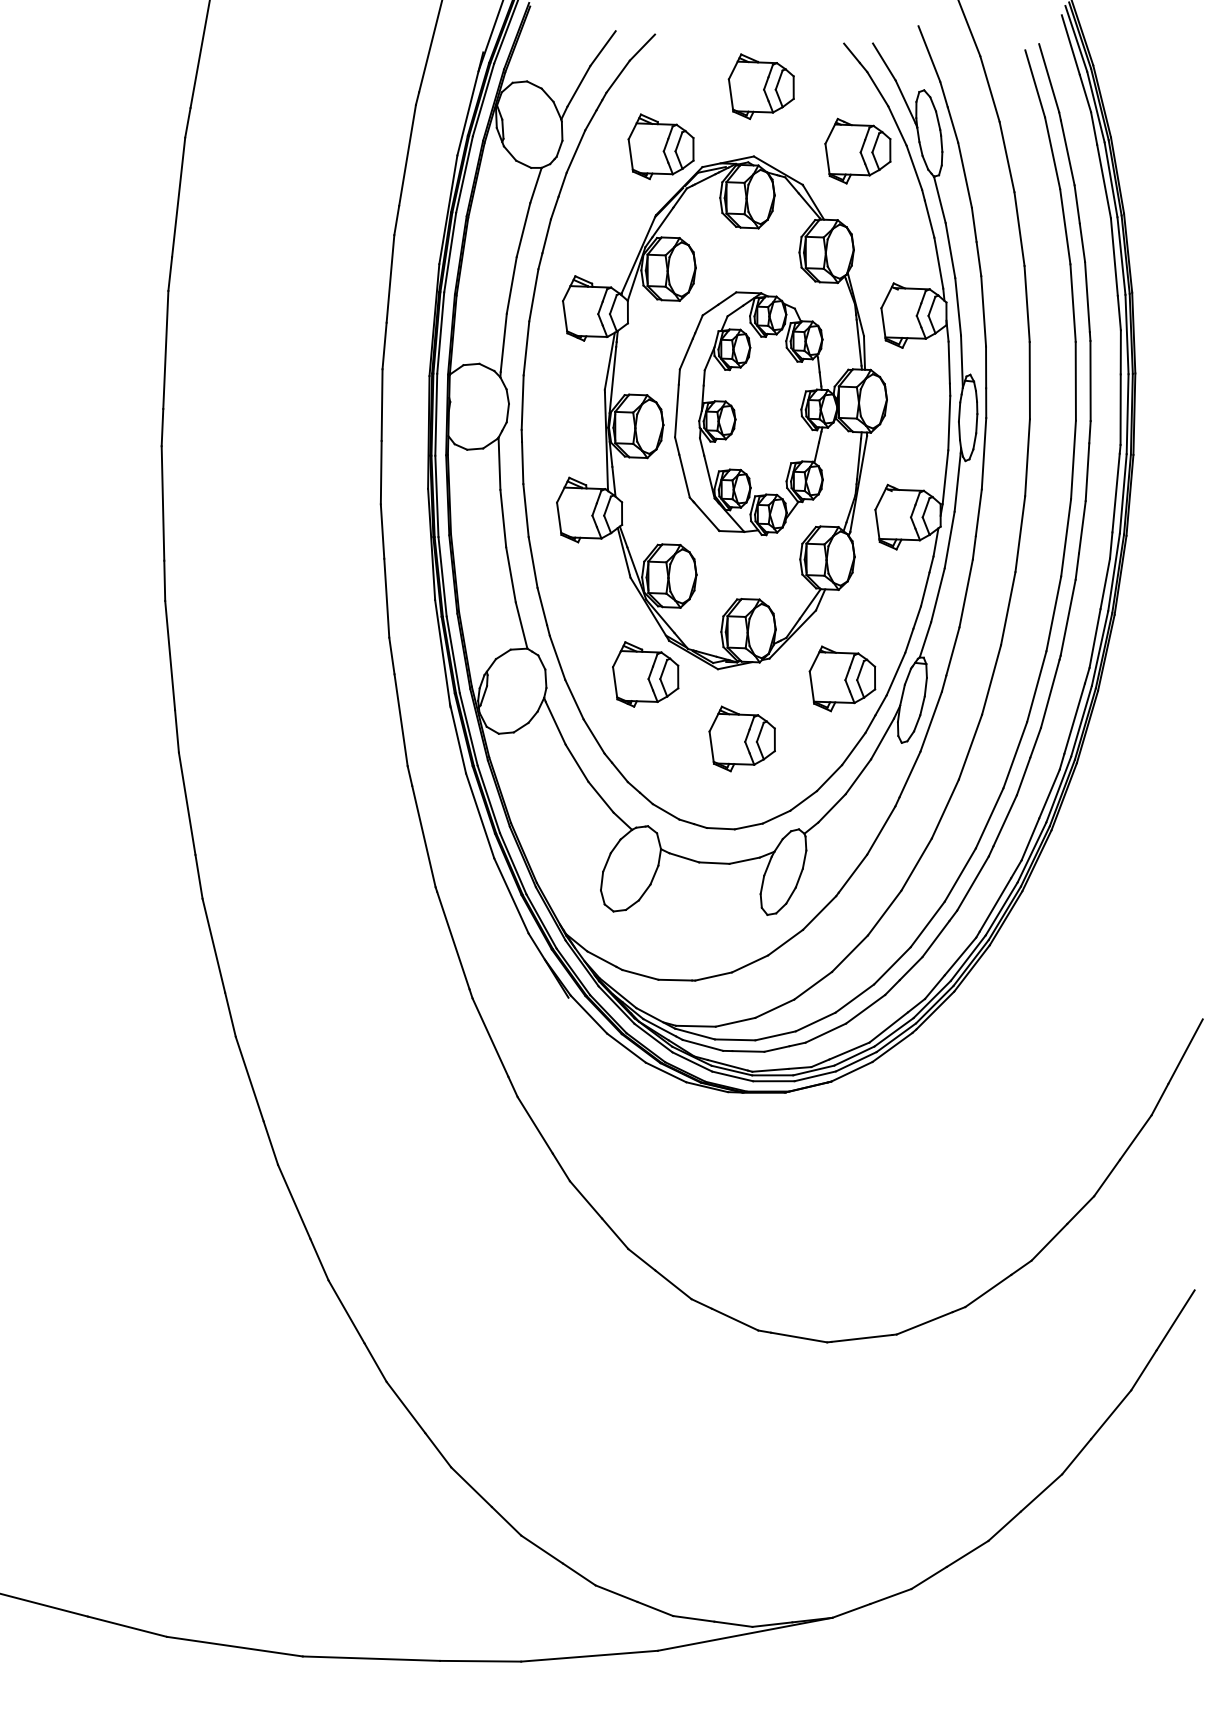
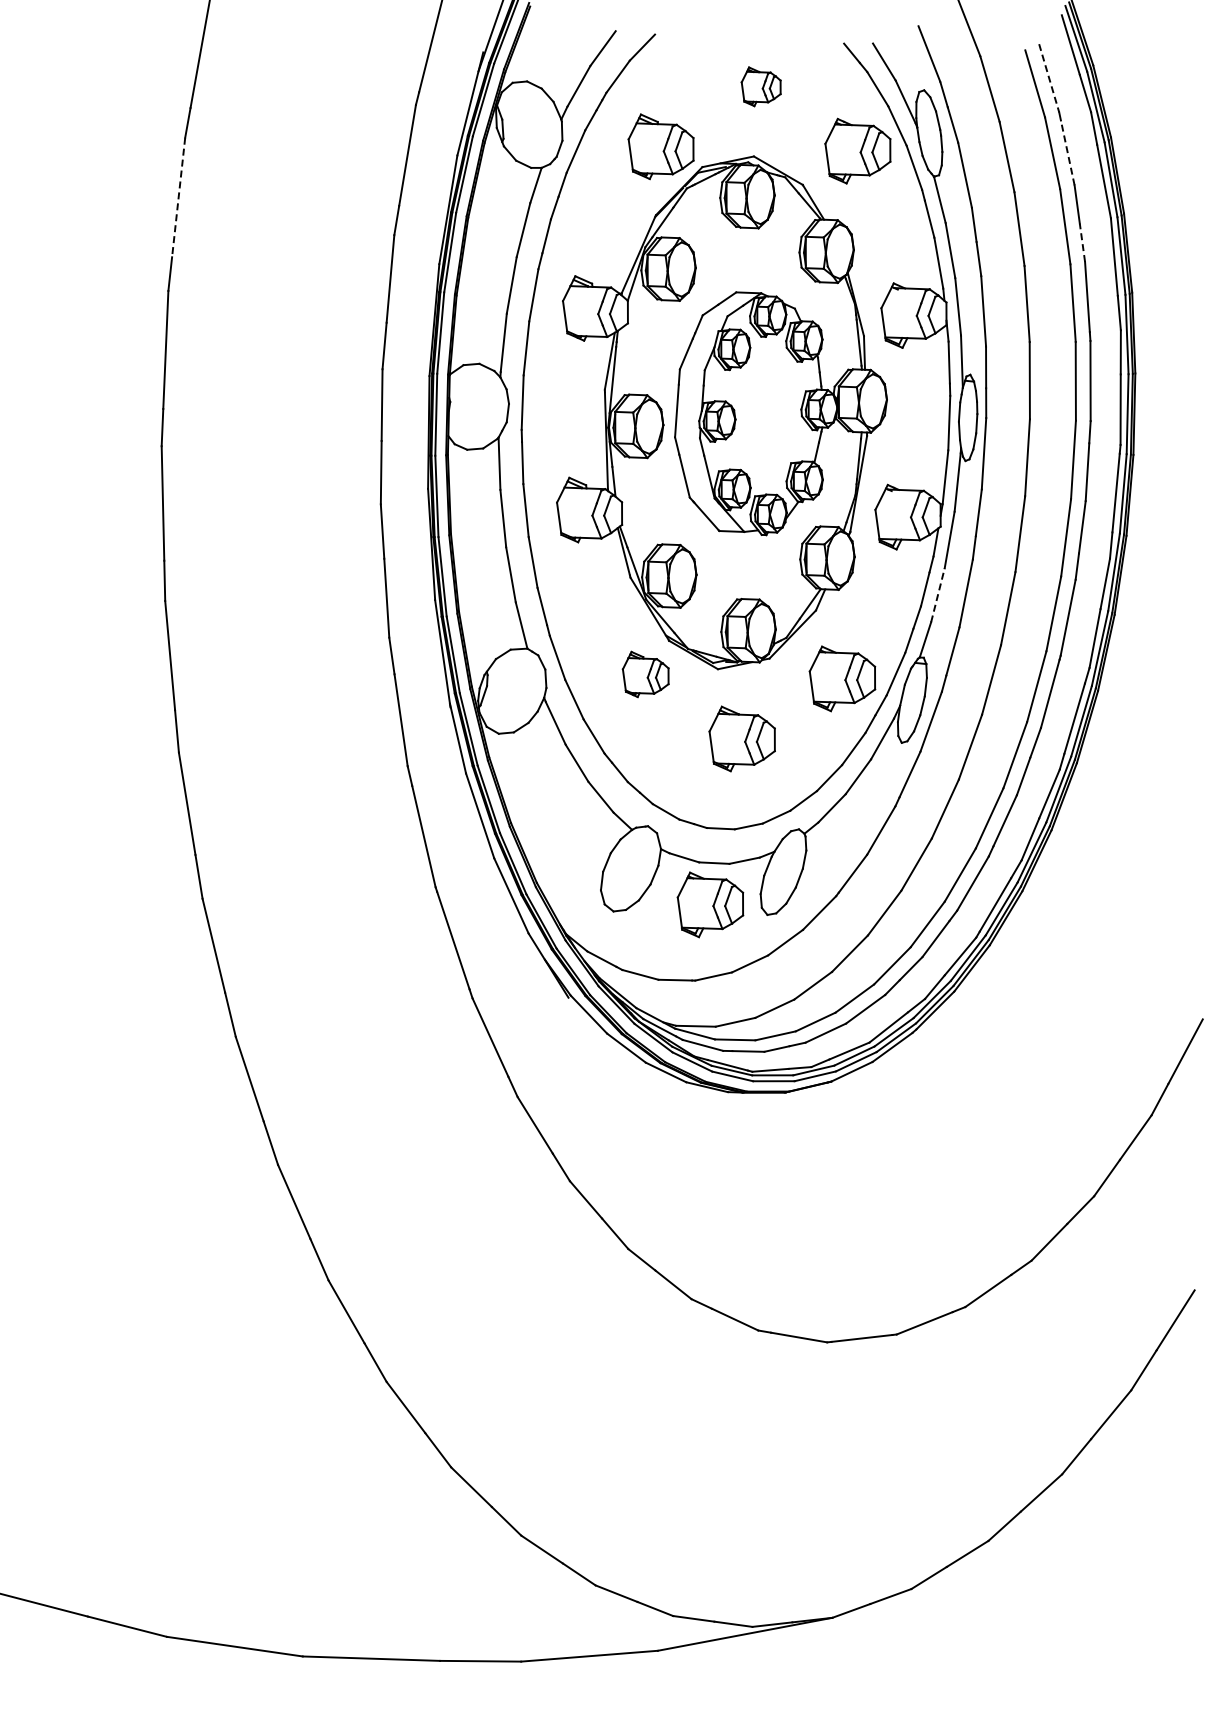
line at (1049, 78): solid -> dashed
part at (760, 86) size: 68x68 px -> 42x42 px
line at (1067, 152): solid -> dashed
line at (178, 198): solid -> dashed
line at (1082, 242): solid -> dashed
line at (937, 595): solid -> dashed
part at (645, 674) size: 68x67 px -> 49x49 px
part at (710, 904): none -> present
